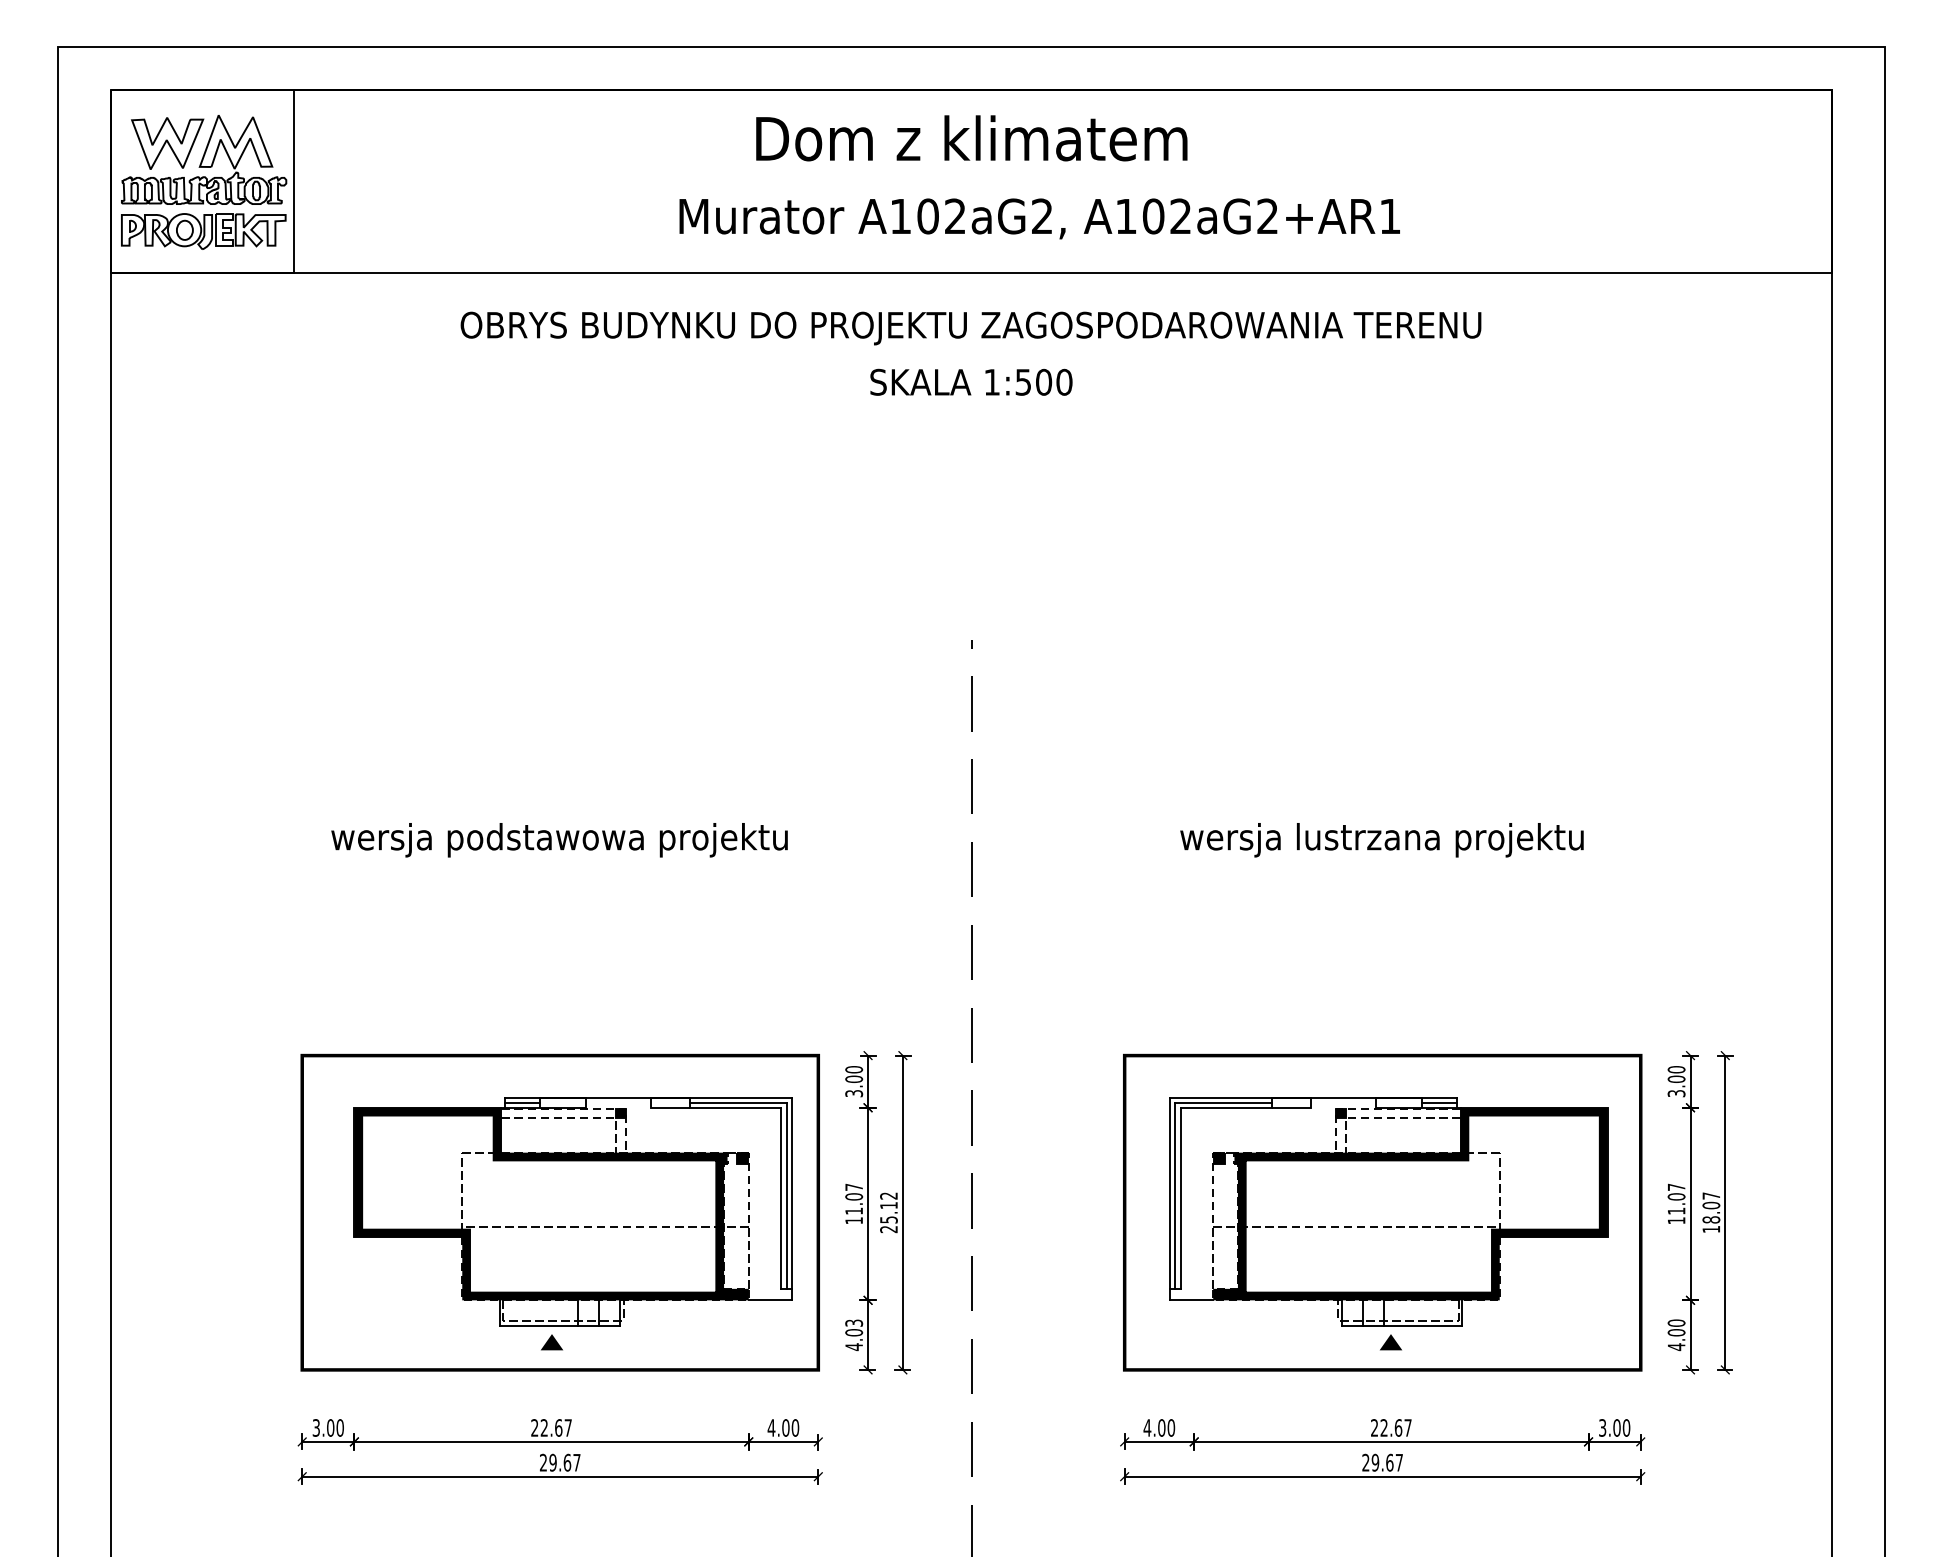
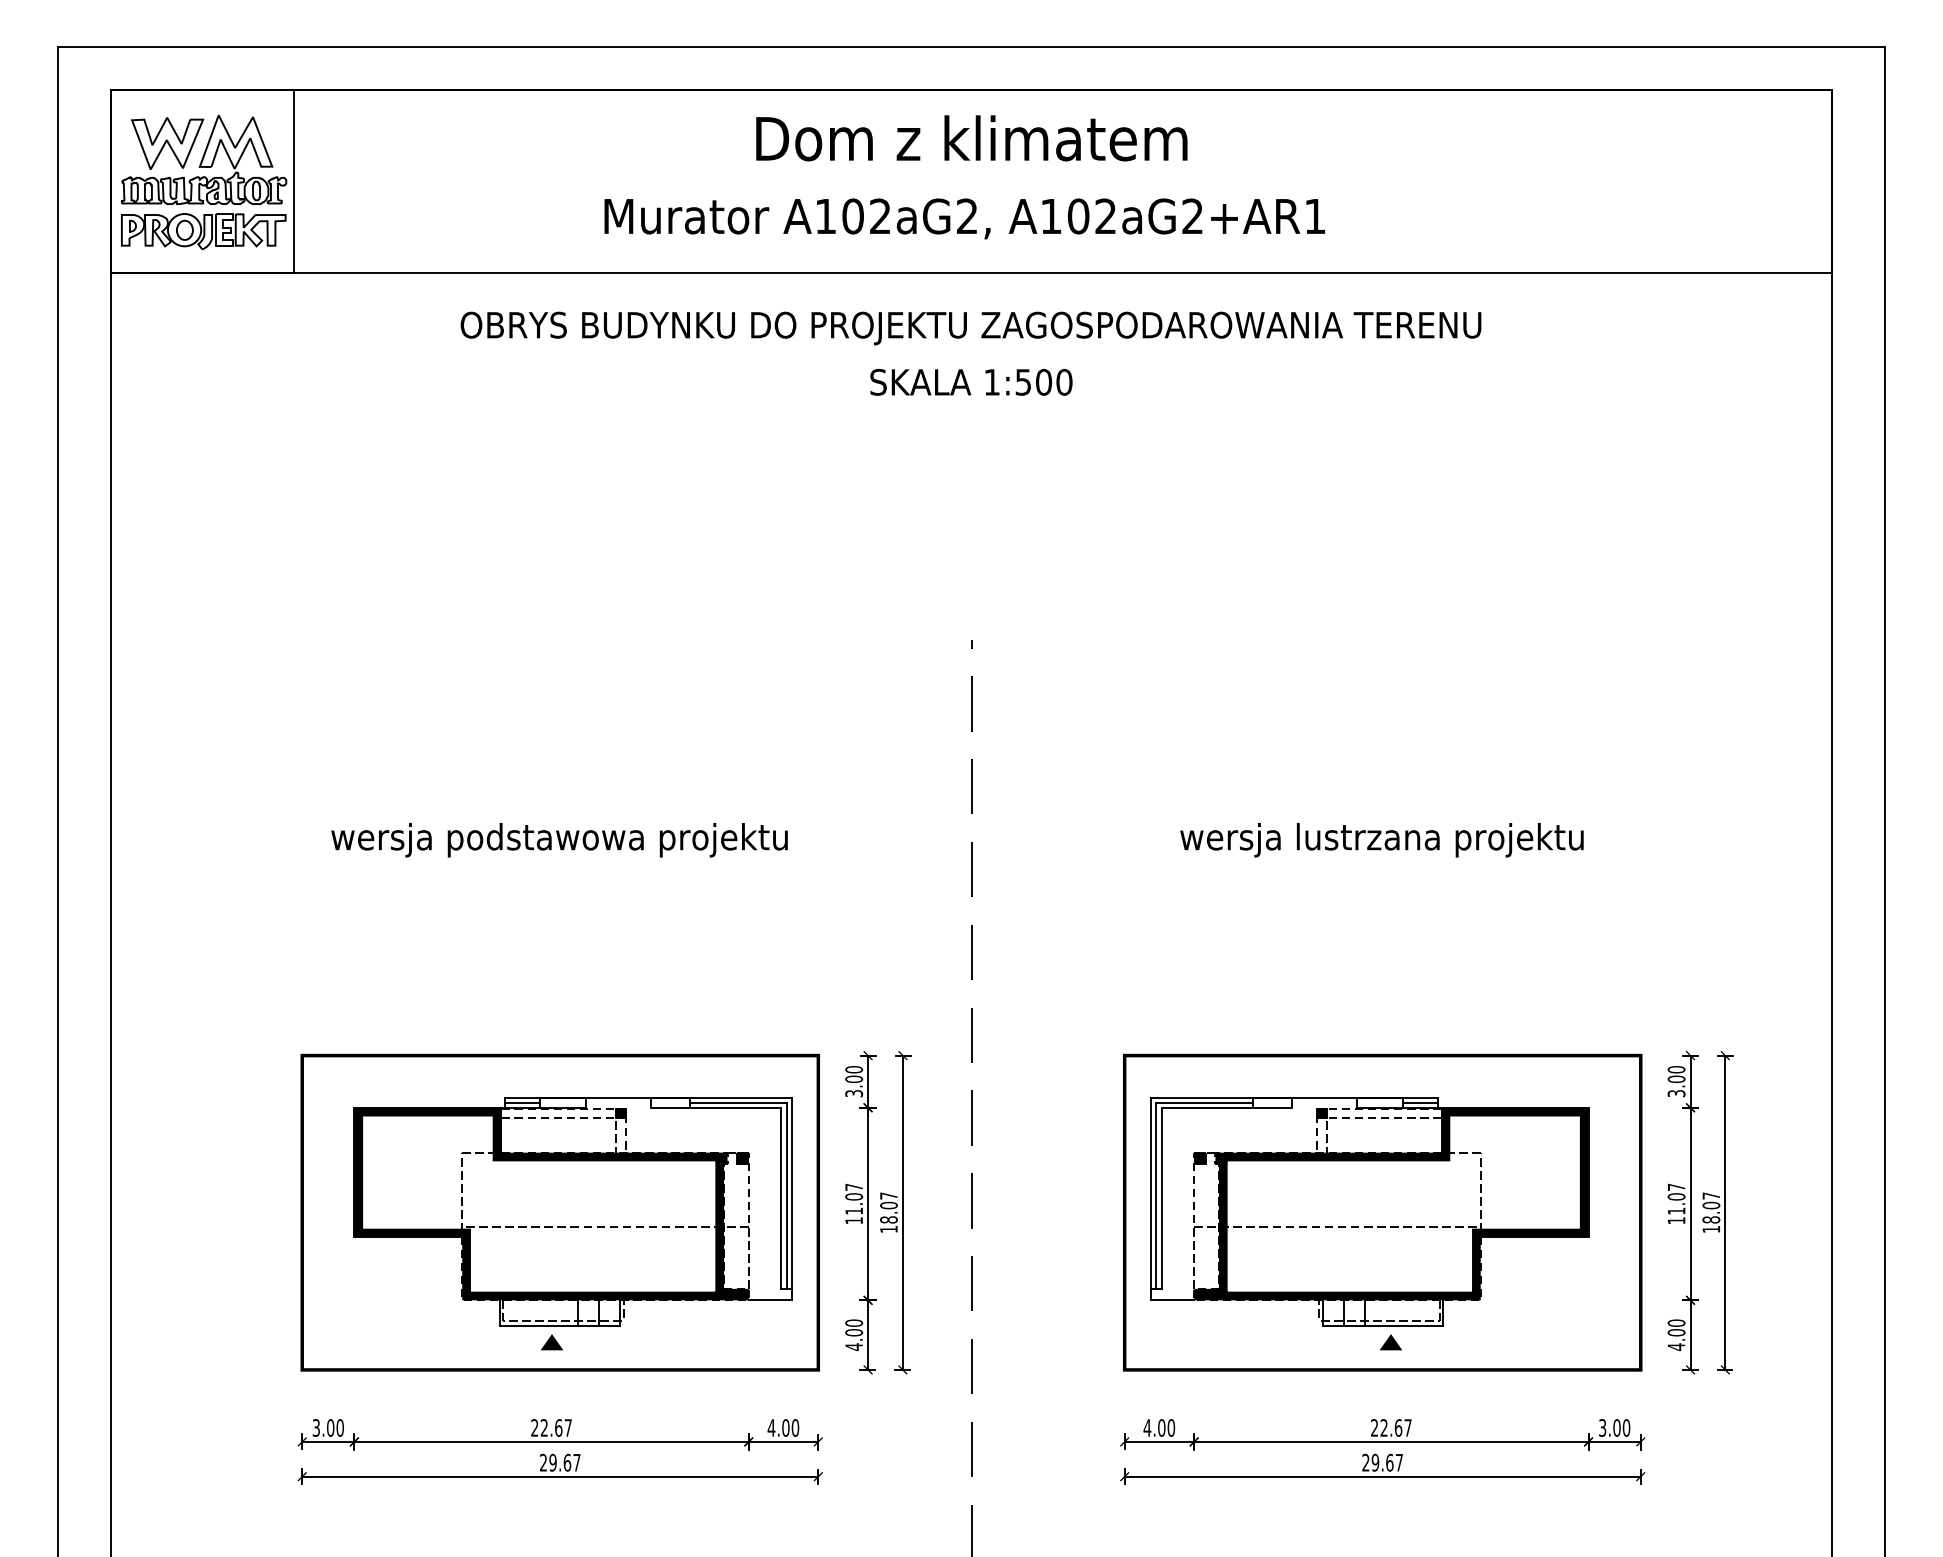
text at (1039, 218) position: (1039, 218) -> (964, 218)
part at (1388, 1211) position: (1388, 1211) -> (1369, 1211)
text at (888, 1212): 25.12 -> 18.07
text at (854, 1322): 4.03 -> 4.00
